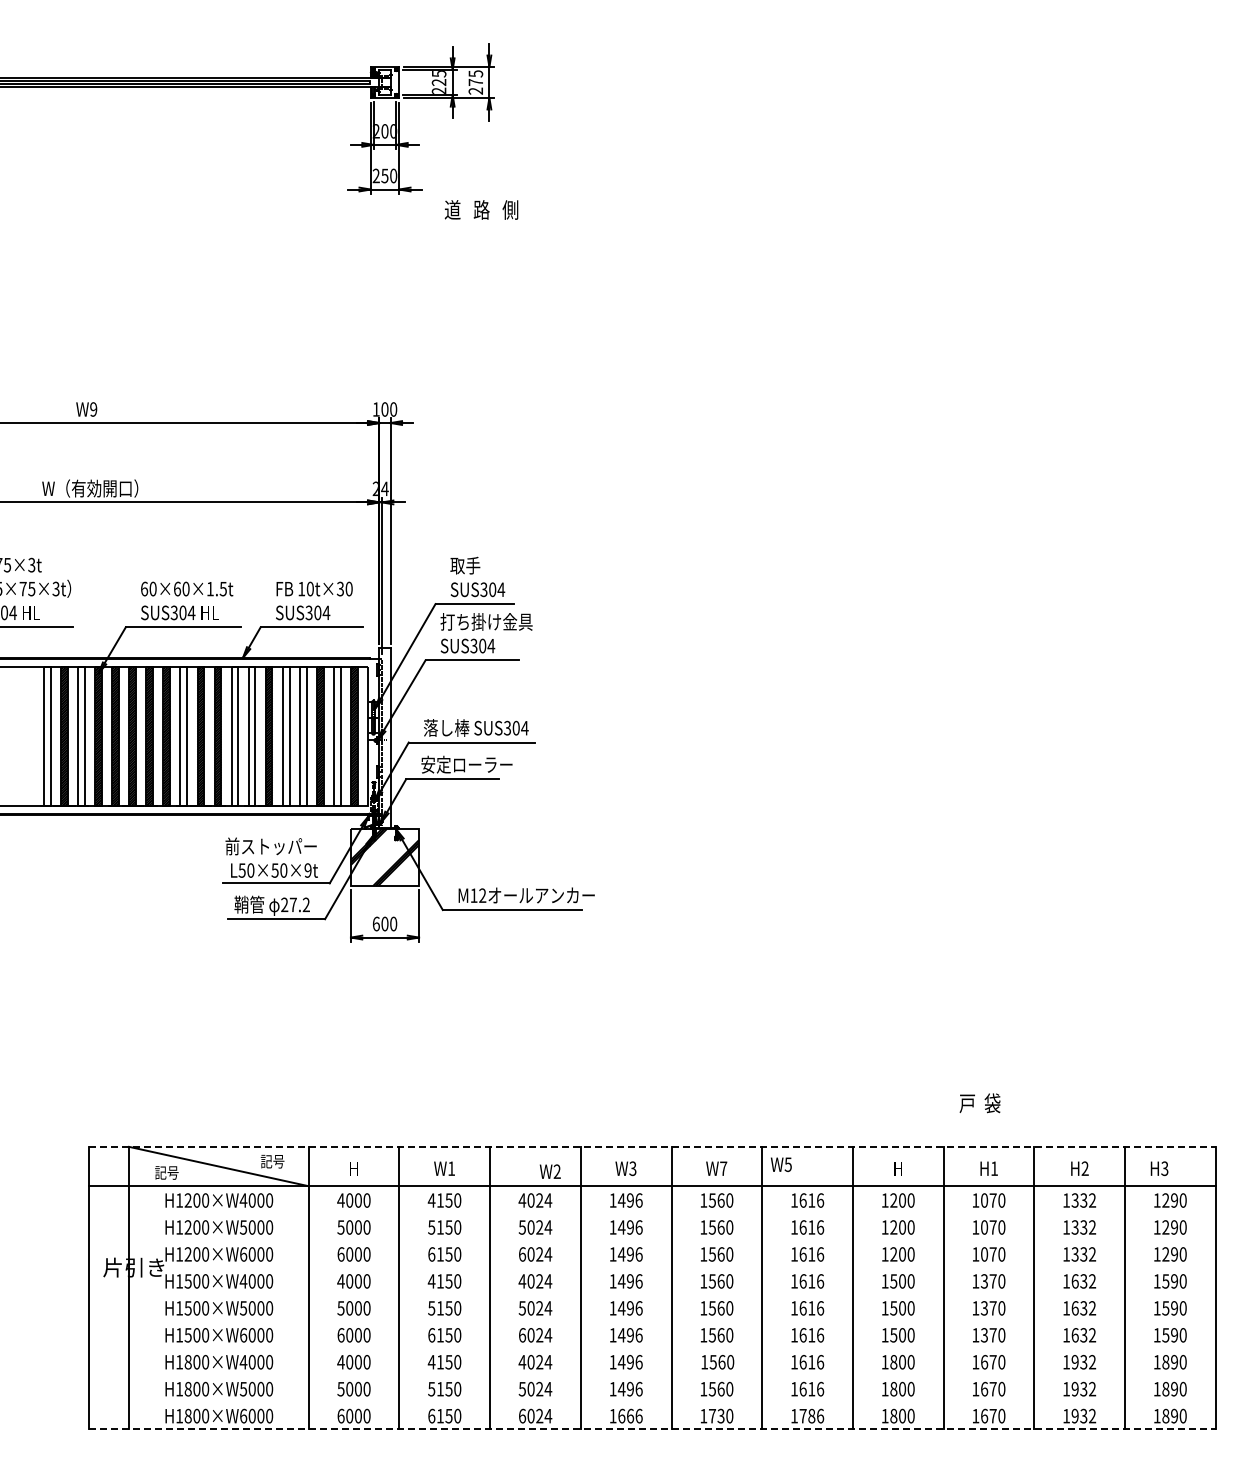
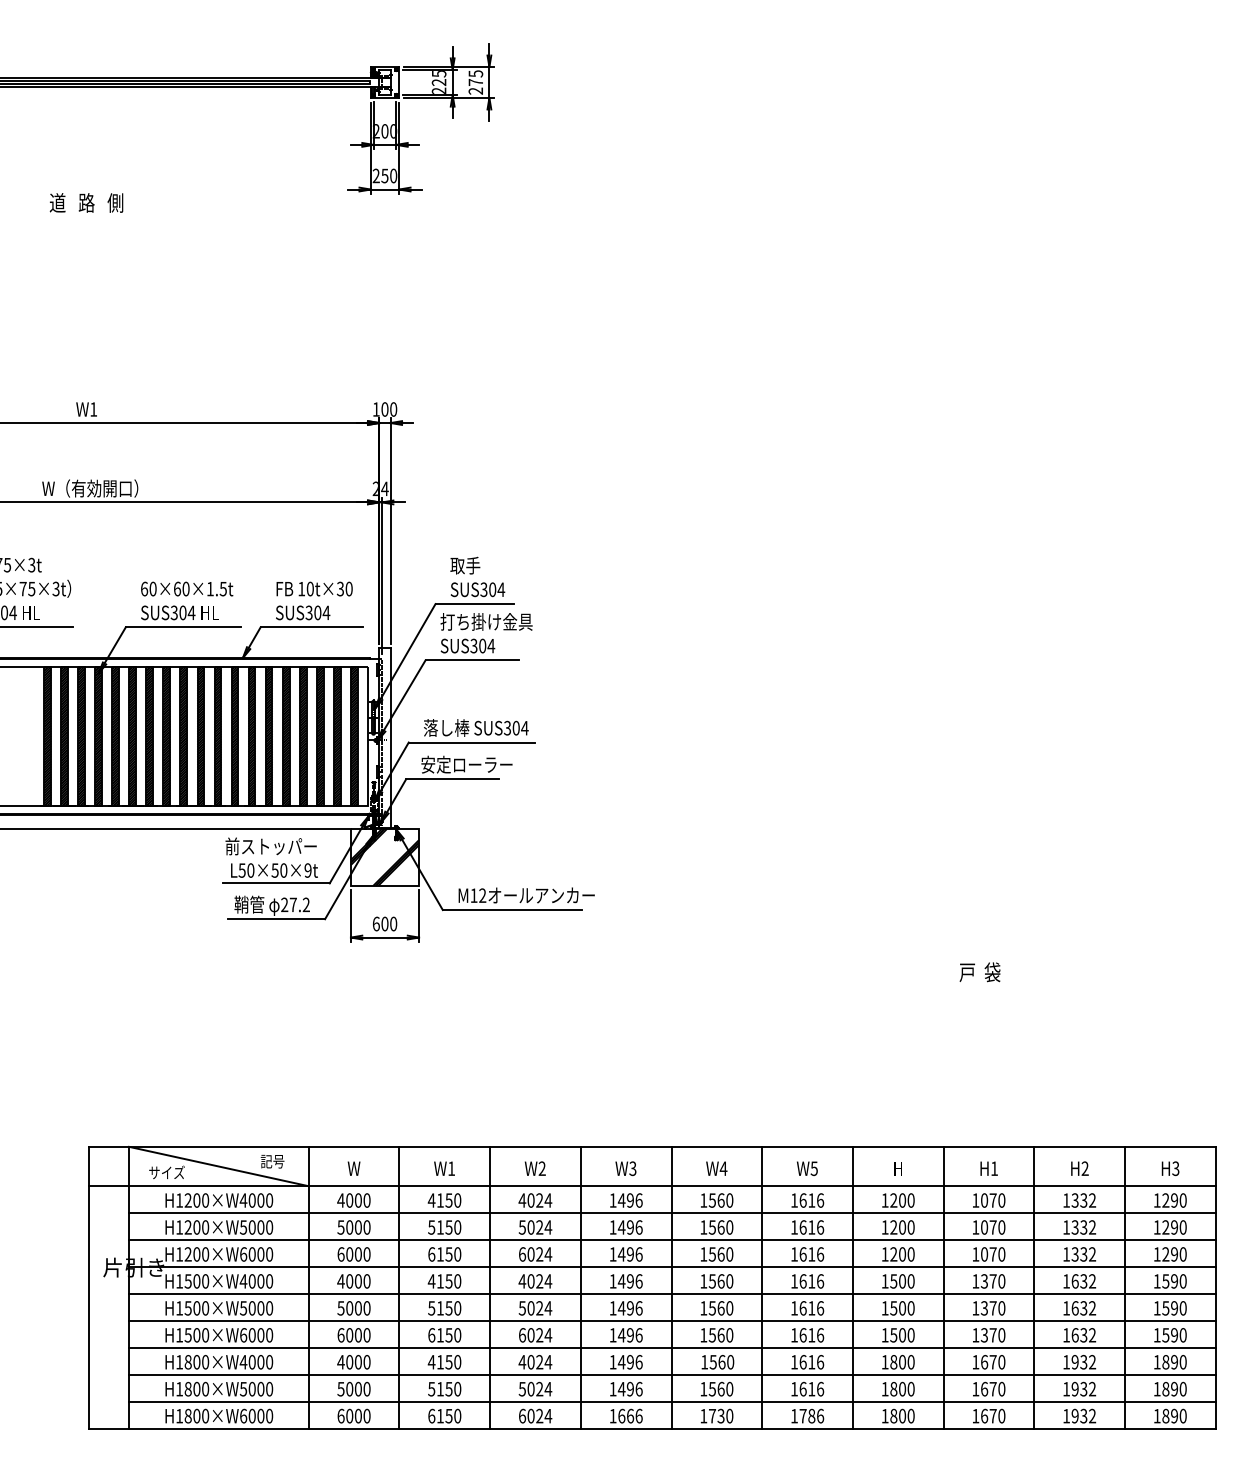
text at (481, 209) position: (481, 209) -> (86, 202)
text at (93, 409): W9 -> W1
hatch at (47, 736): none -> present
hatch at (81, 736): none -> present
hatch at (183, 736): none -> present
hatch at (234, 736): none -> present
hatch at (251, 736): none -> present
hatch at (285, 736): none -> present
hatch at (302, 736): none -> present
hatch at (336, 736): none -> present
line at (176, 829): none -> present
text at (979, 1103) position: (979, 1103) -> (979, 972)
line at (652, 1146): dashed -> solid
text at (781, 1164) position: (781, 1164) -> (807, 1168)
text at (353, 1168): H -> W
text at (723, 1168): W7 -> W4
text at (1159, 1168) position: (1159, 1168) -> (1170, 1168)
text at (549, 1171) position: (549, 1171) -> (534, 1168)
text at (166, 1172): 記号 -> サイズ
line at (672, 1213): none -> present
line at (672, 1240): none -> present
line at (672, 1267): none -> present
line at (672, 1294): none -> present
line at (672, 1320): none -> present
line at (672, 1347): none -> present
line at (672, 1374): none -> present
line at (672, 1401): none -> present
line at (652, 1428): dashed -> solid
